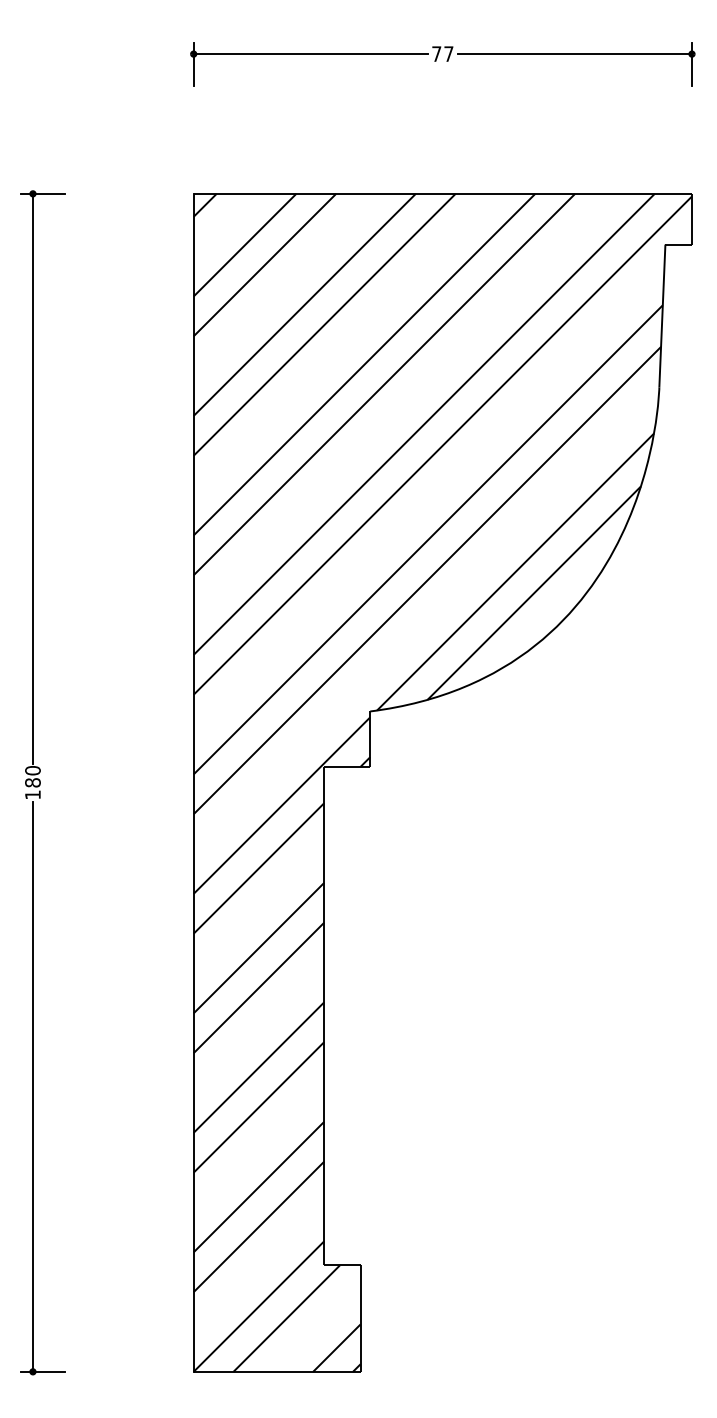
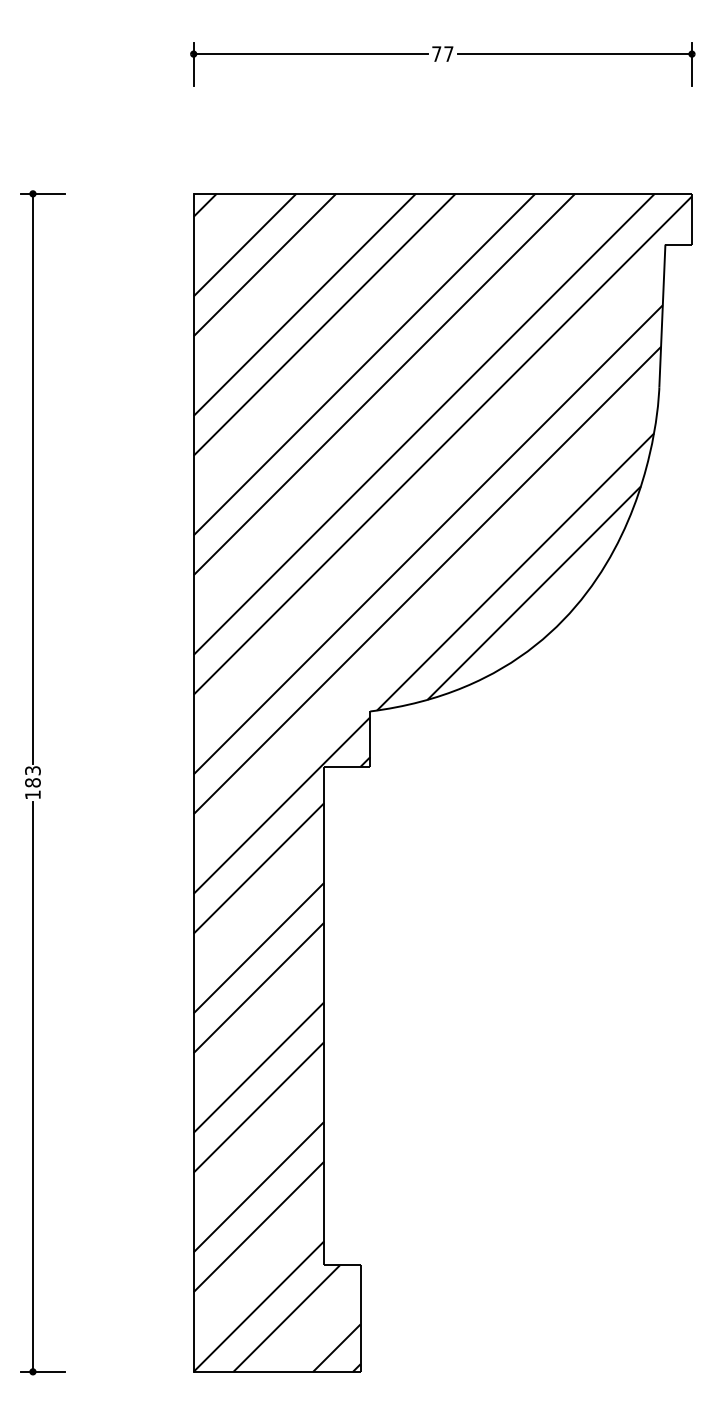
text at (32, 770): 180 -> 183
